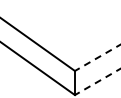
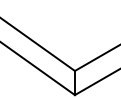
line at (97, 58): dashed -> solid
line at (97, 82): dashed -> solid
